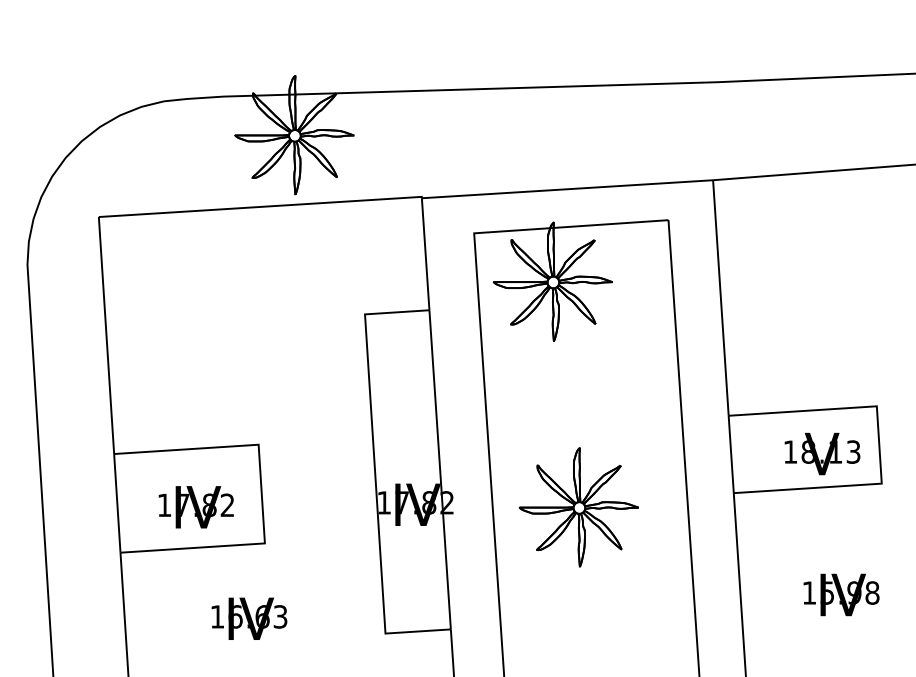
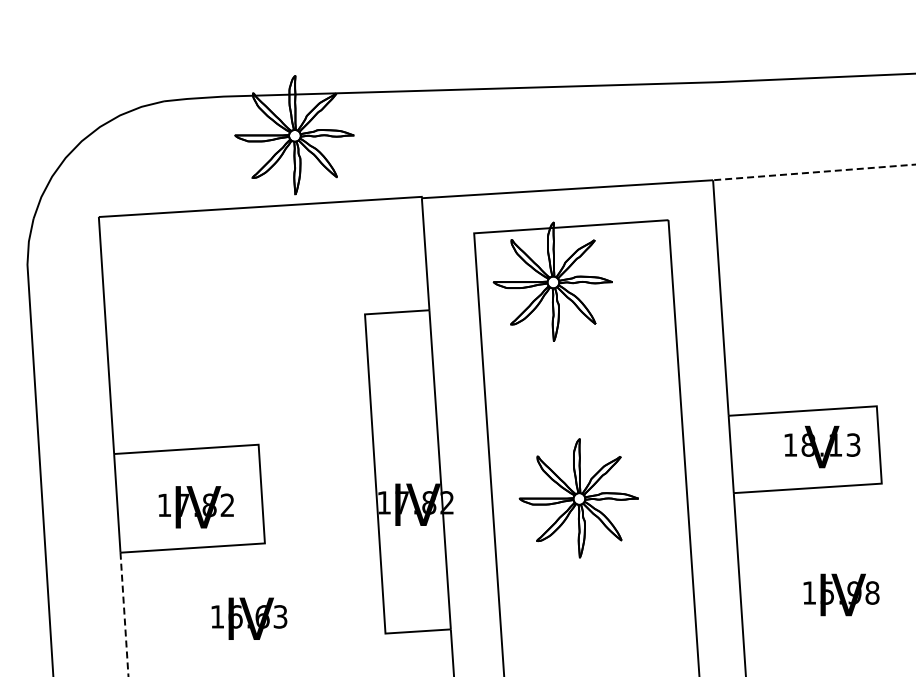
line at (814, 172): solid -> dashed
text at (822, 453) position: (822, 453) -> (822, 446)
part at (578, 507) position: (578, 507) -> (578, 498)
line at (124, 614): solid -> dashed
